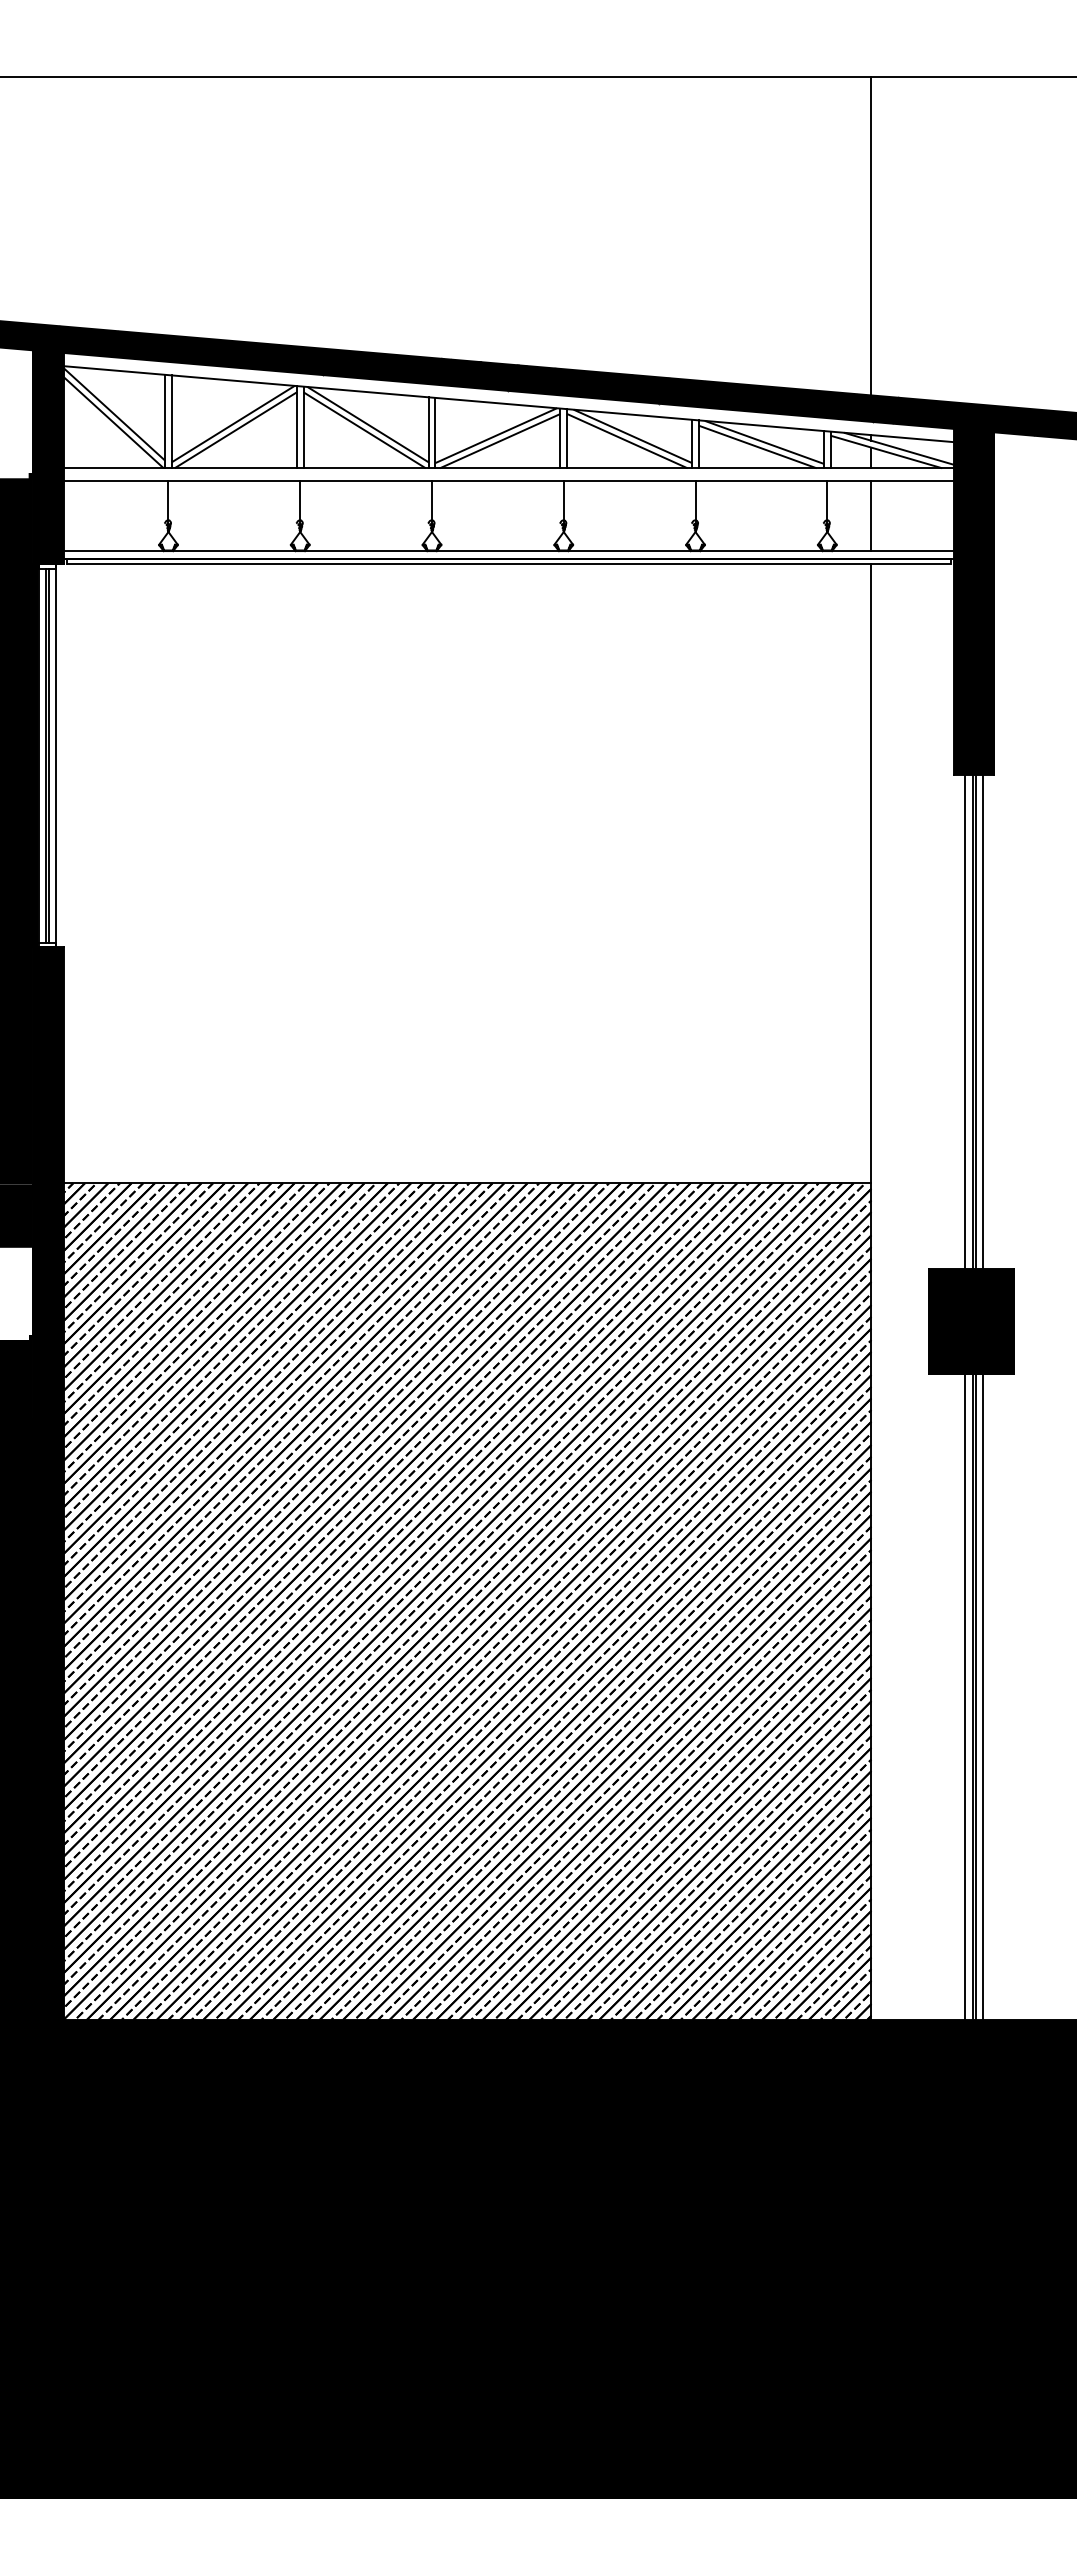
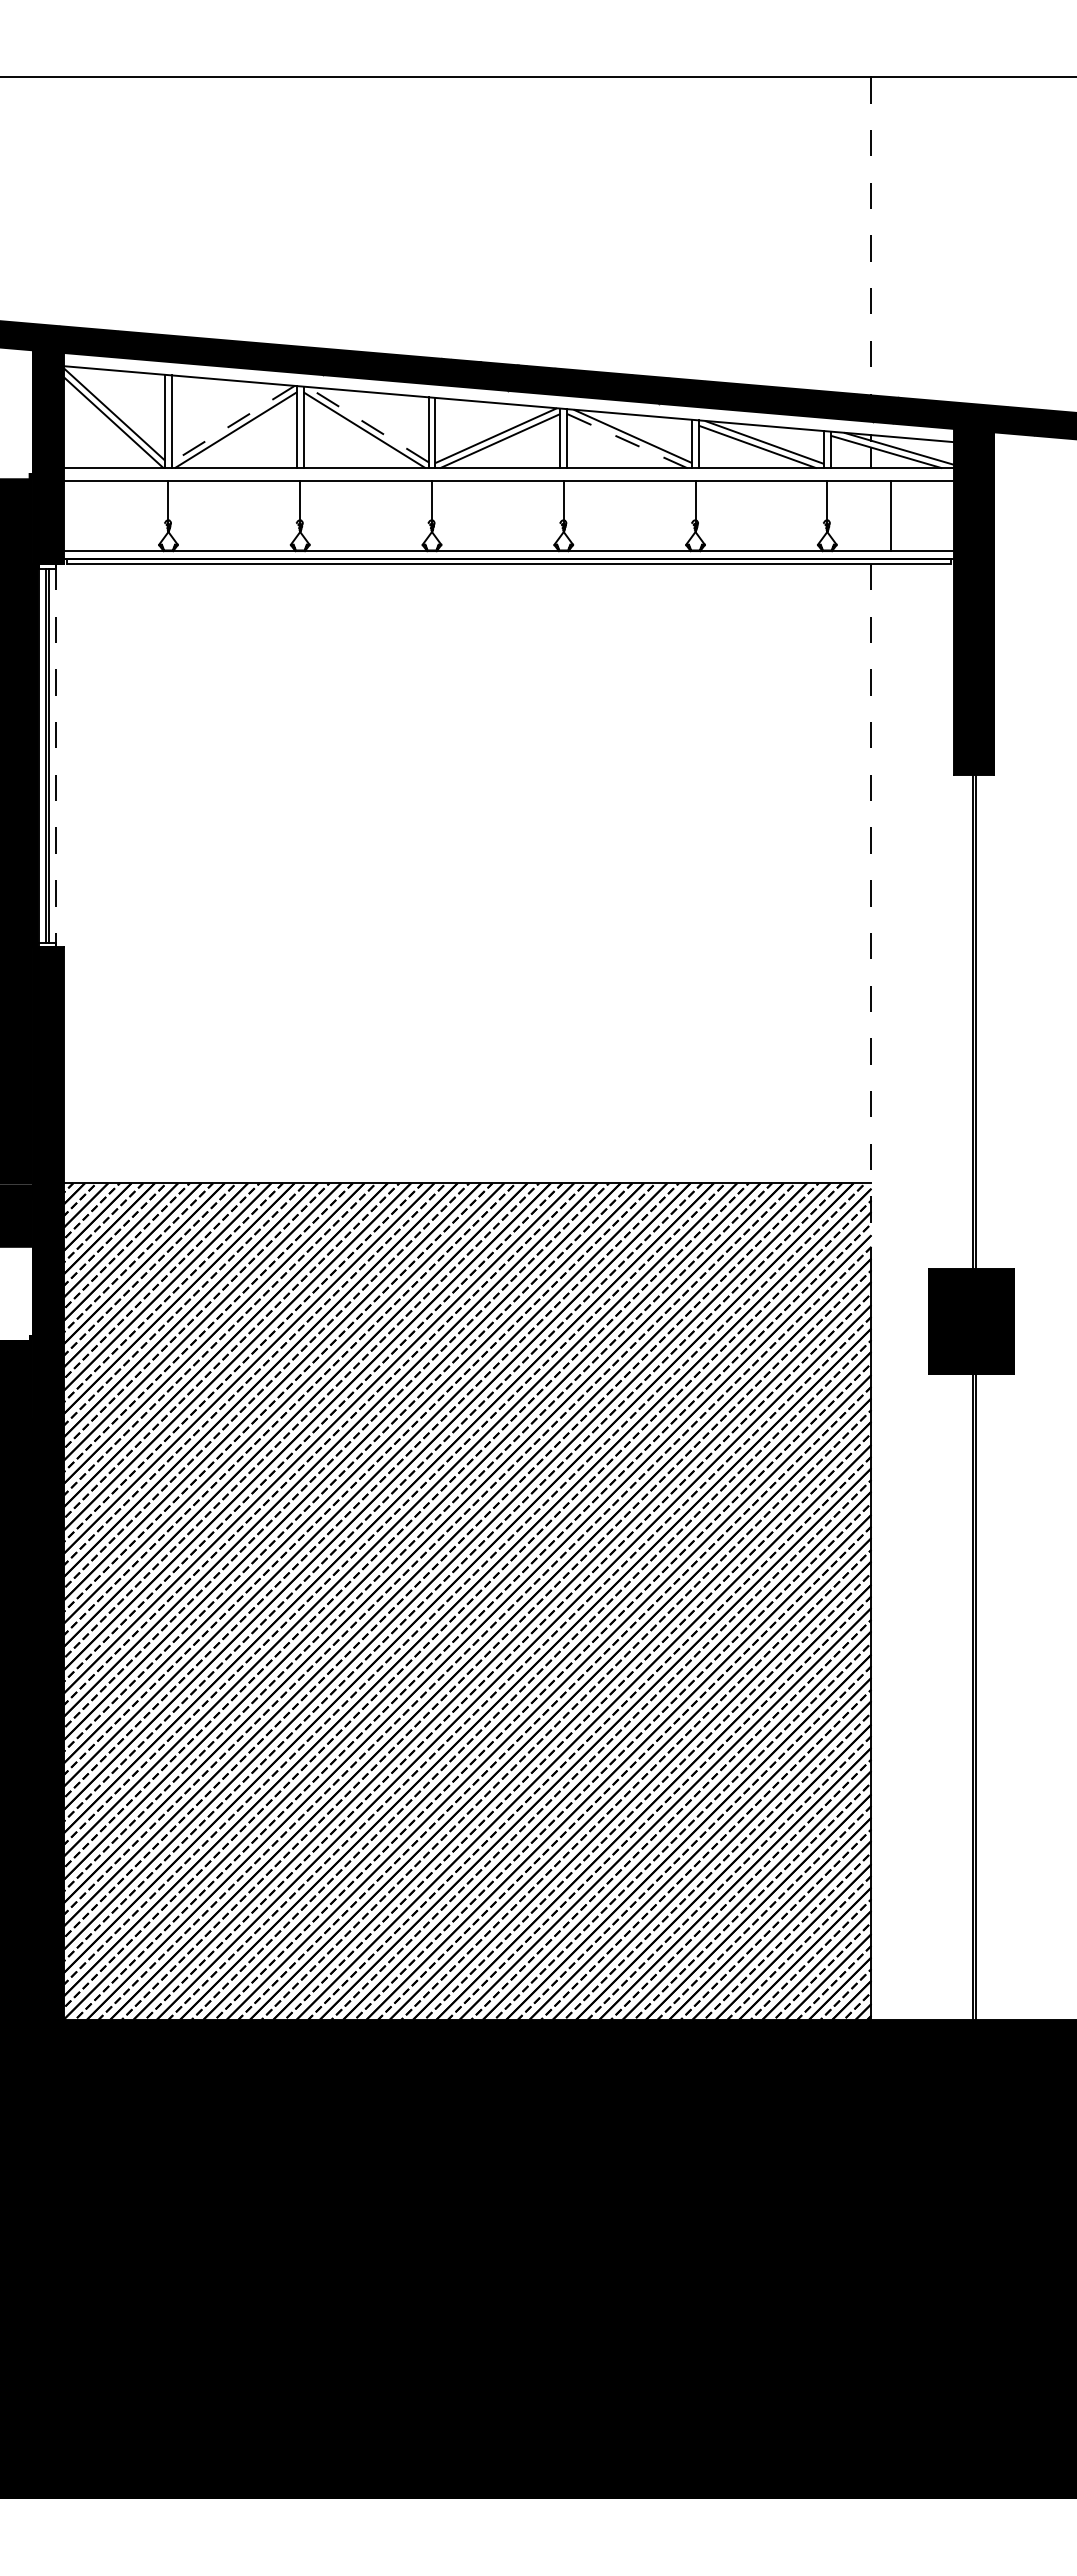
line at (871, 236): solid -> dashed
line at (232, 424): solid -> dashed
line at (367, 424): solid -> dashed
line at (626, 440): solid -> dashed
line at (871, 516) position: (871, 516) -> (891, 516)
line at (56, 755): solid -> dashed
line at (871, 905): solid -> dashed
line at (965, 1021): present -> none
line at (983, 1021): present -> none
line at (965, 1696): present -> none
line at (983, 1696): present -> none
